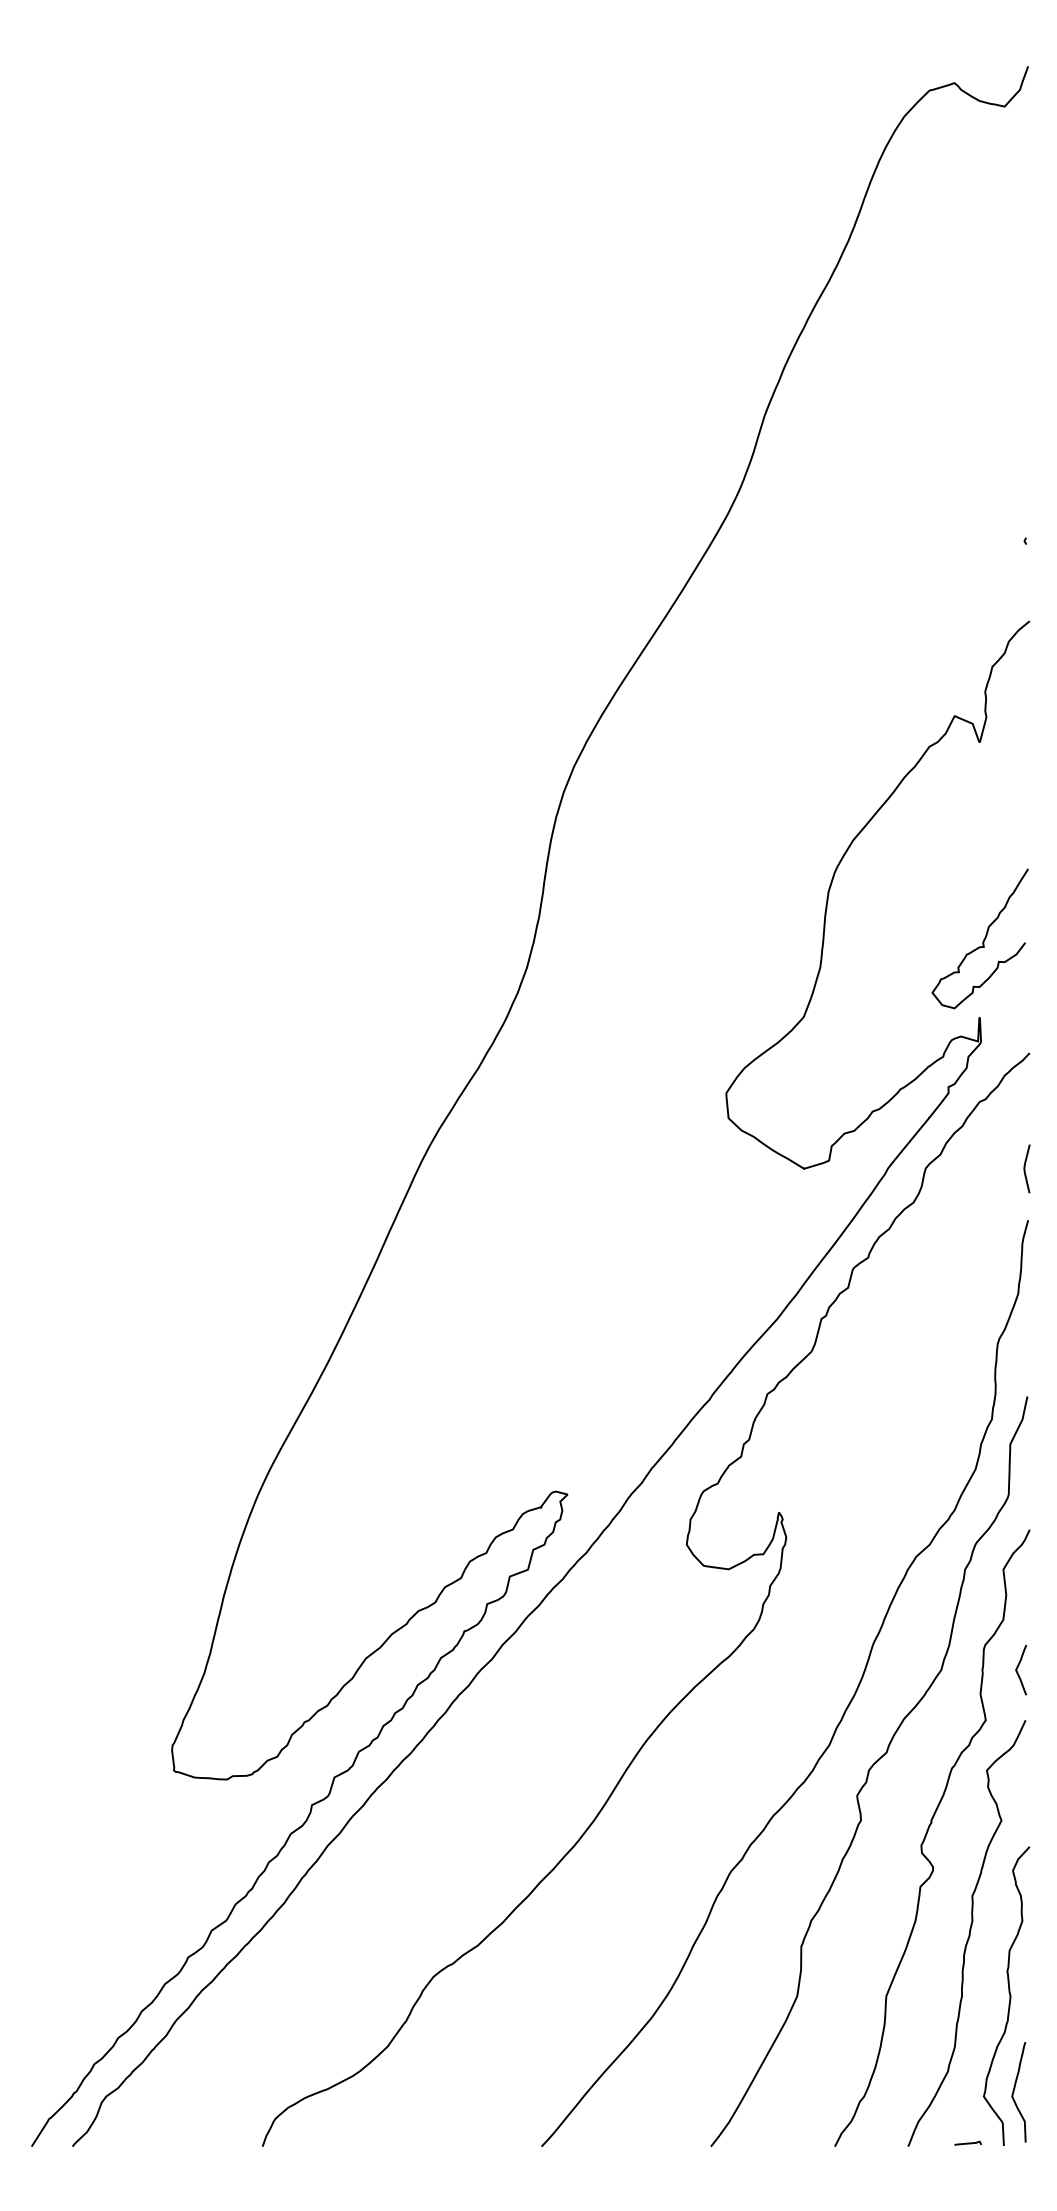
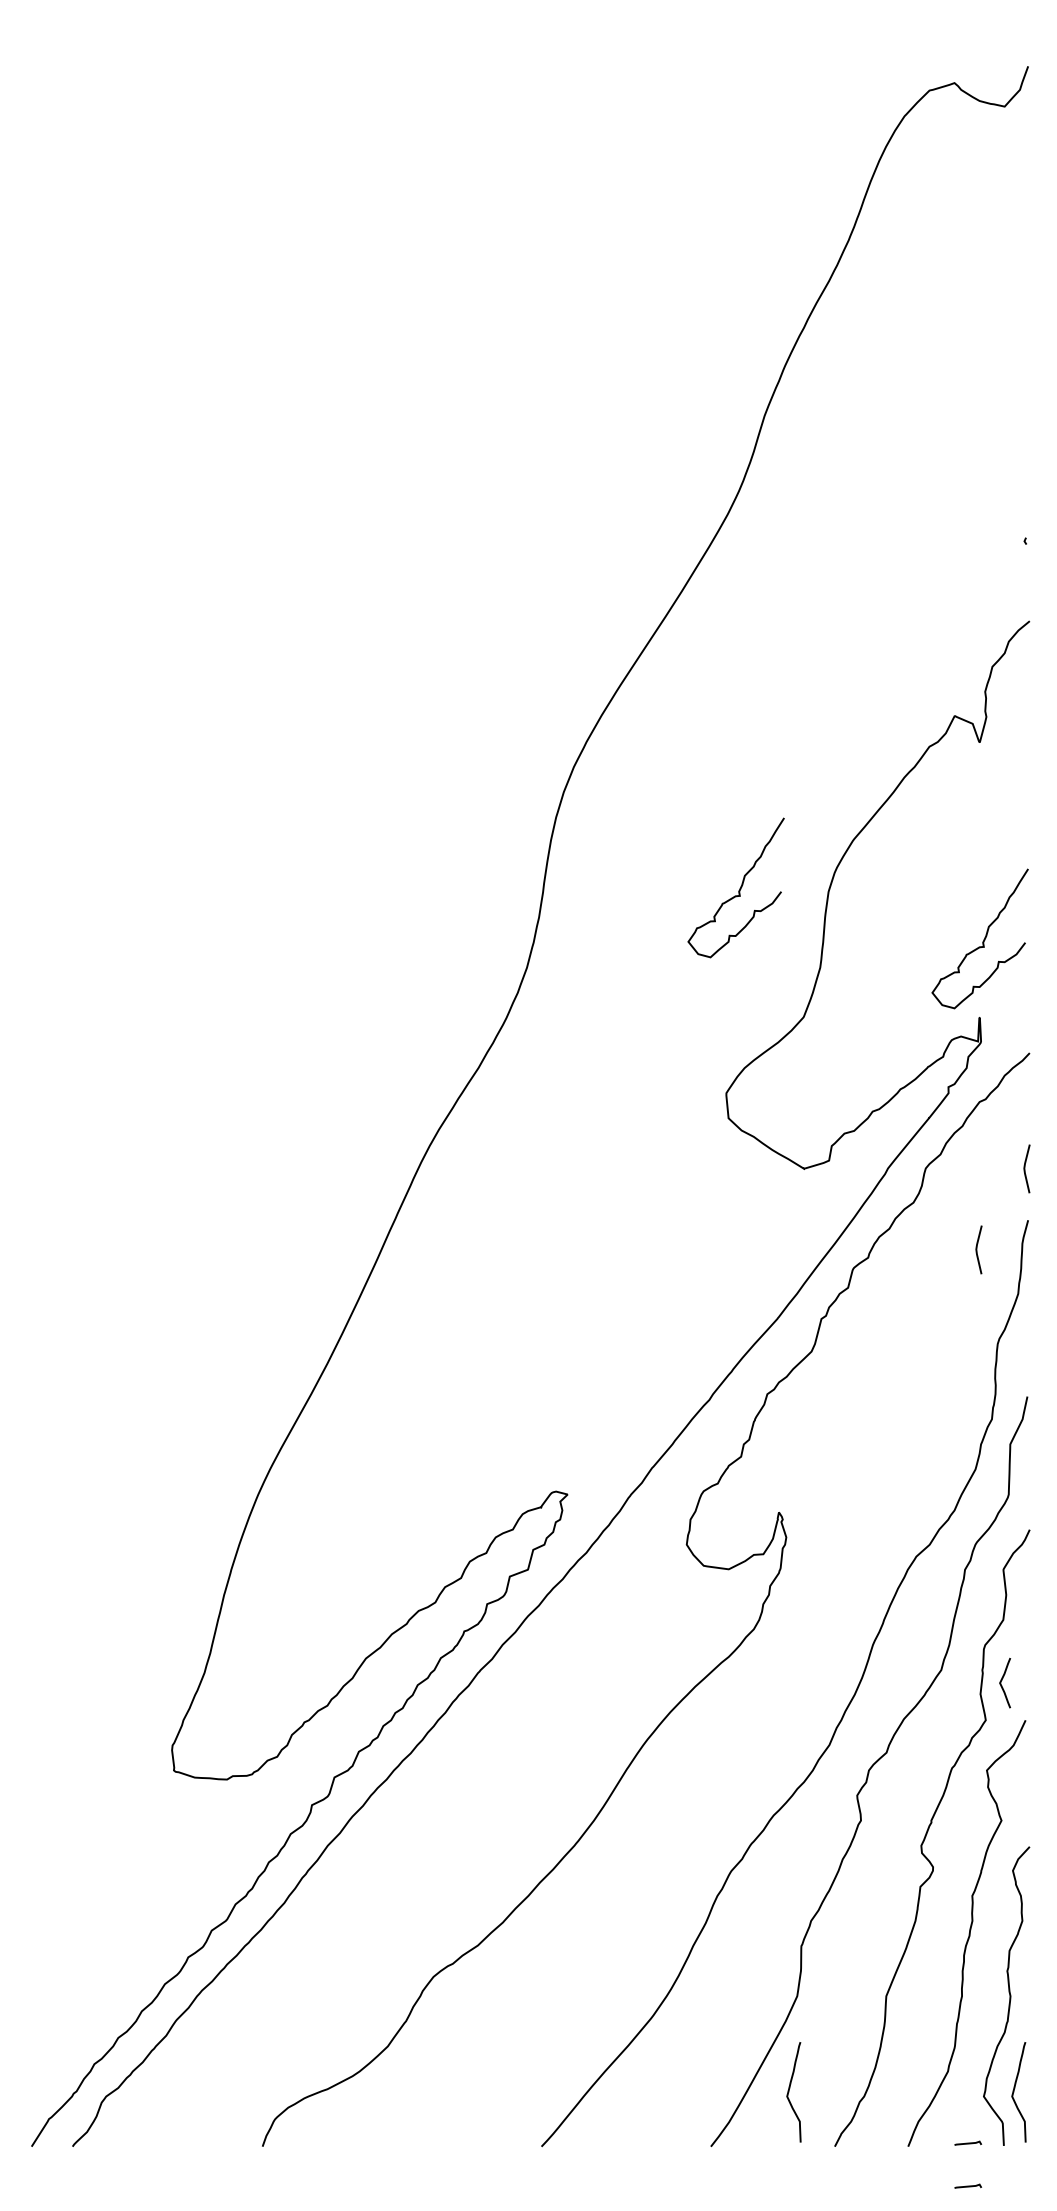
curve at (739, 888): none -> present
line at (977, 1249): none -> present
curve at (1018, 1667) position: (1018, 1667) -> (1002, 1680)
curve at (789, 2092): none -> present
line at (968, 2185): none -> present
